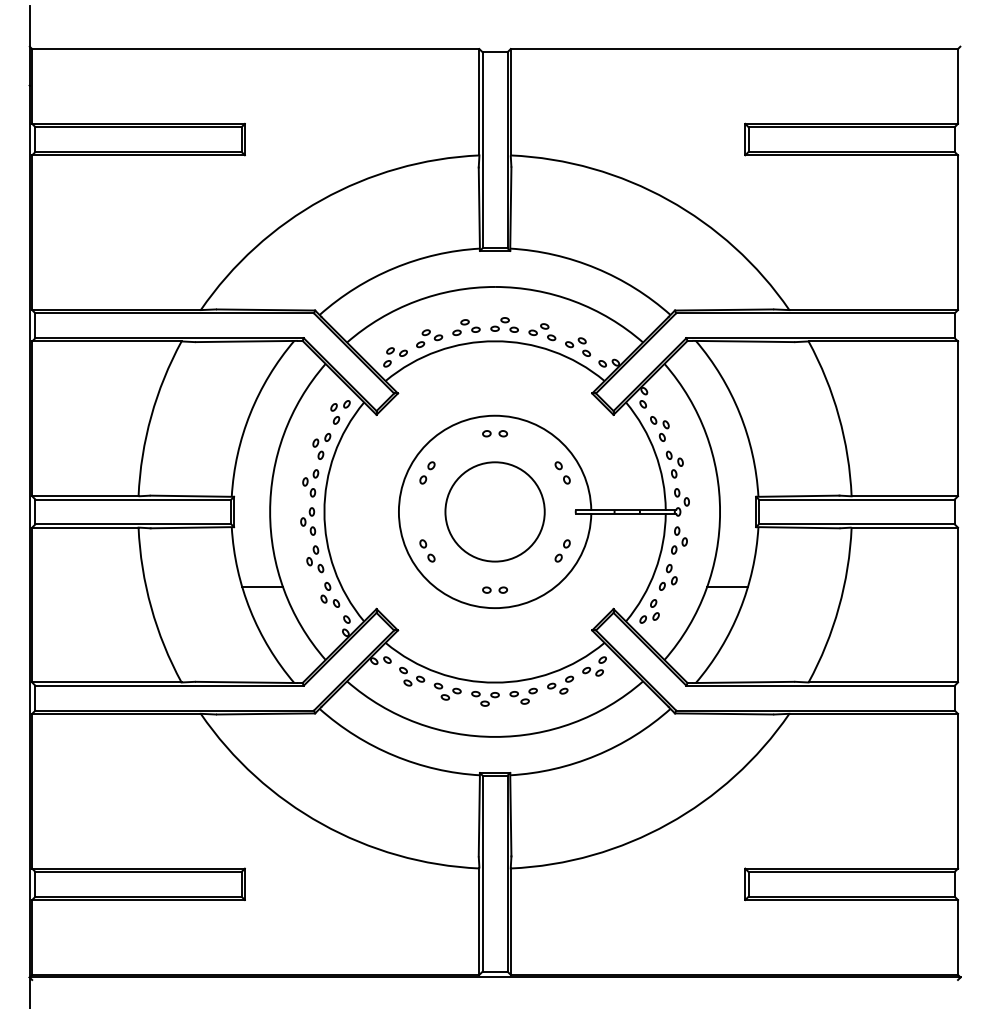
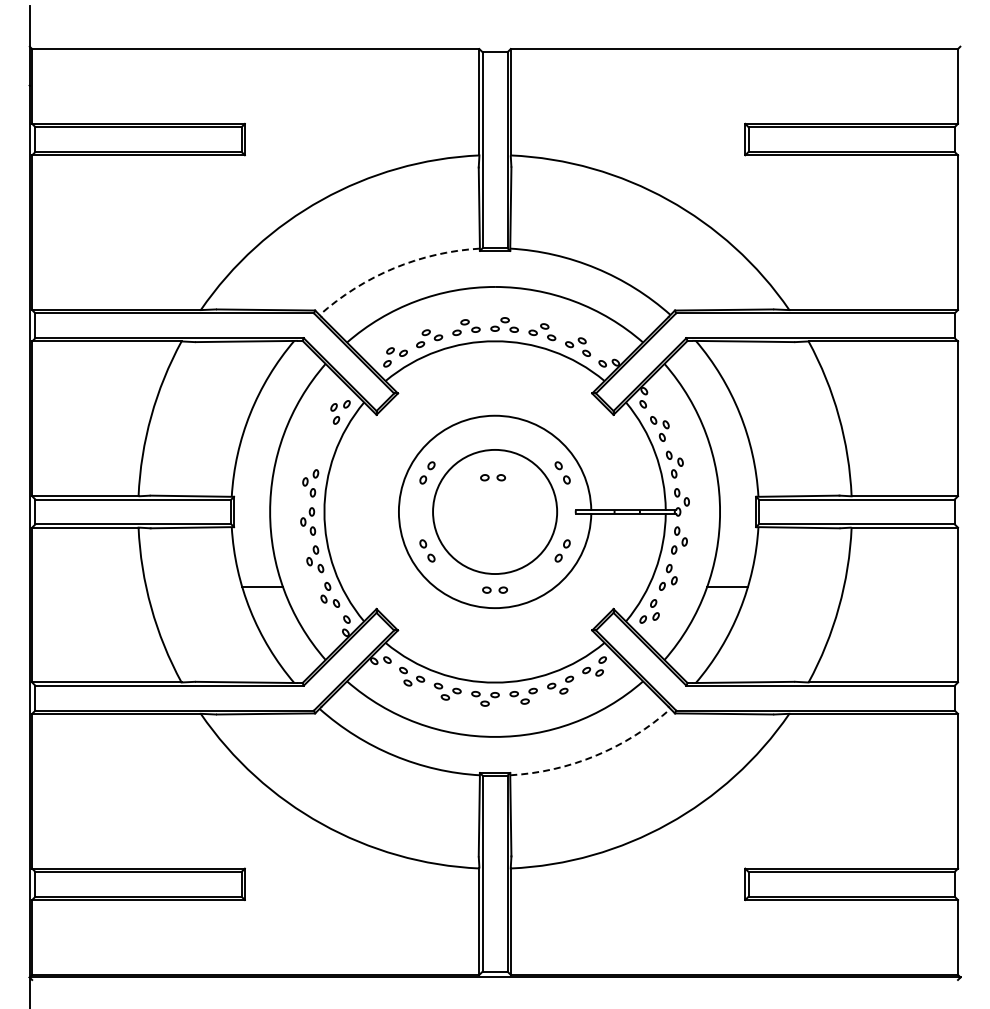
arc at (394, 268): solid -> dashed
part at (494, 433) position: (494, 433) -> (492, 477)
part at (321, 446): present -> none
circle at (494, 511) diameter: 99 px -> 124 px
arc at (596, 755): solid -> dashed
